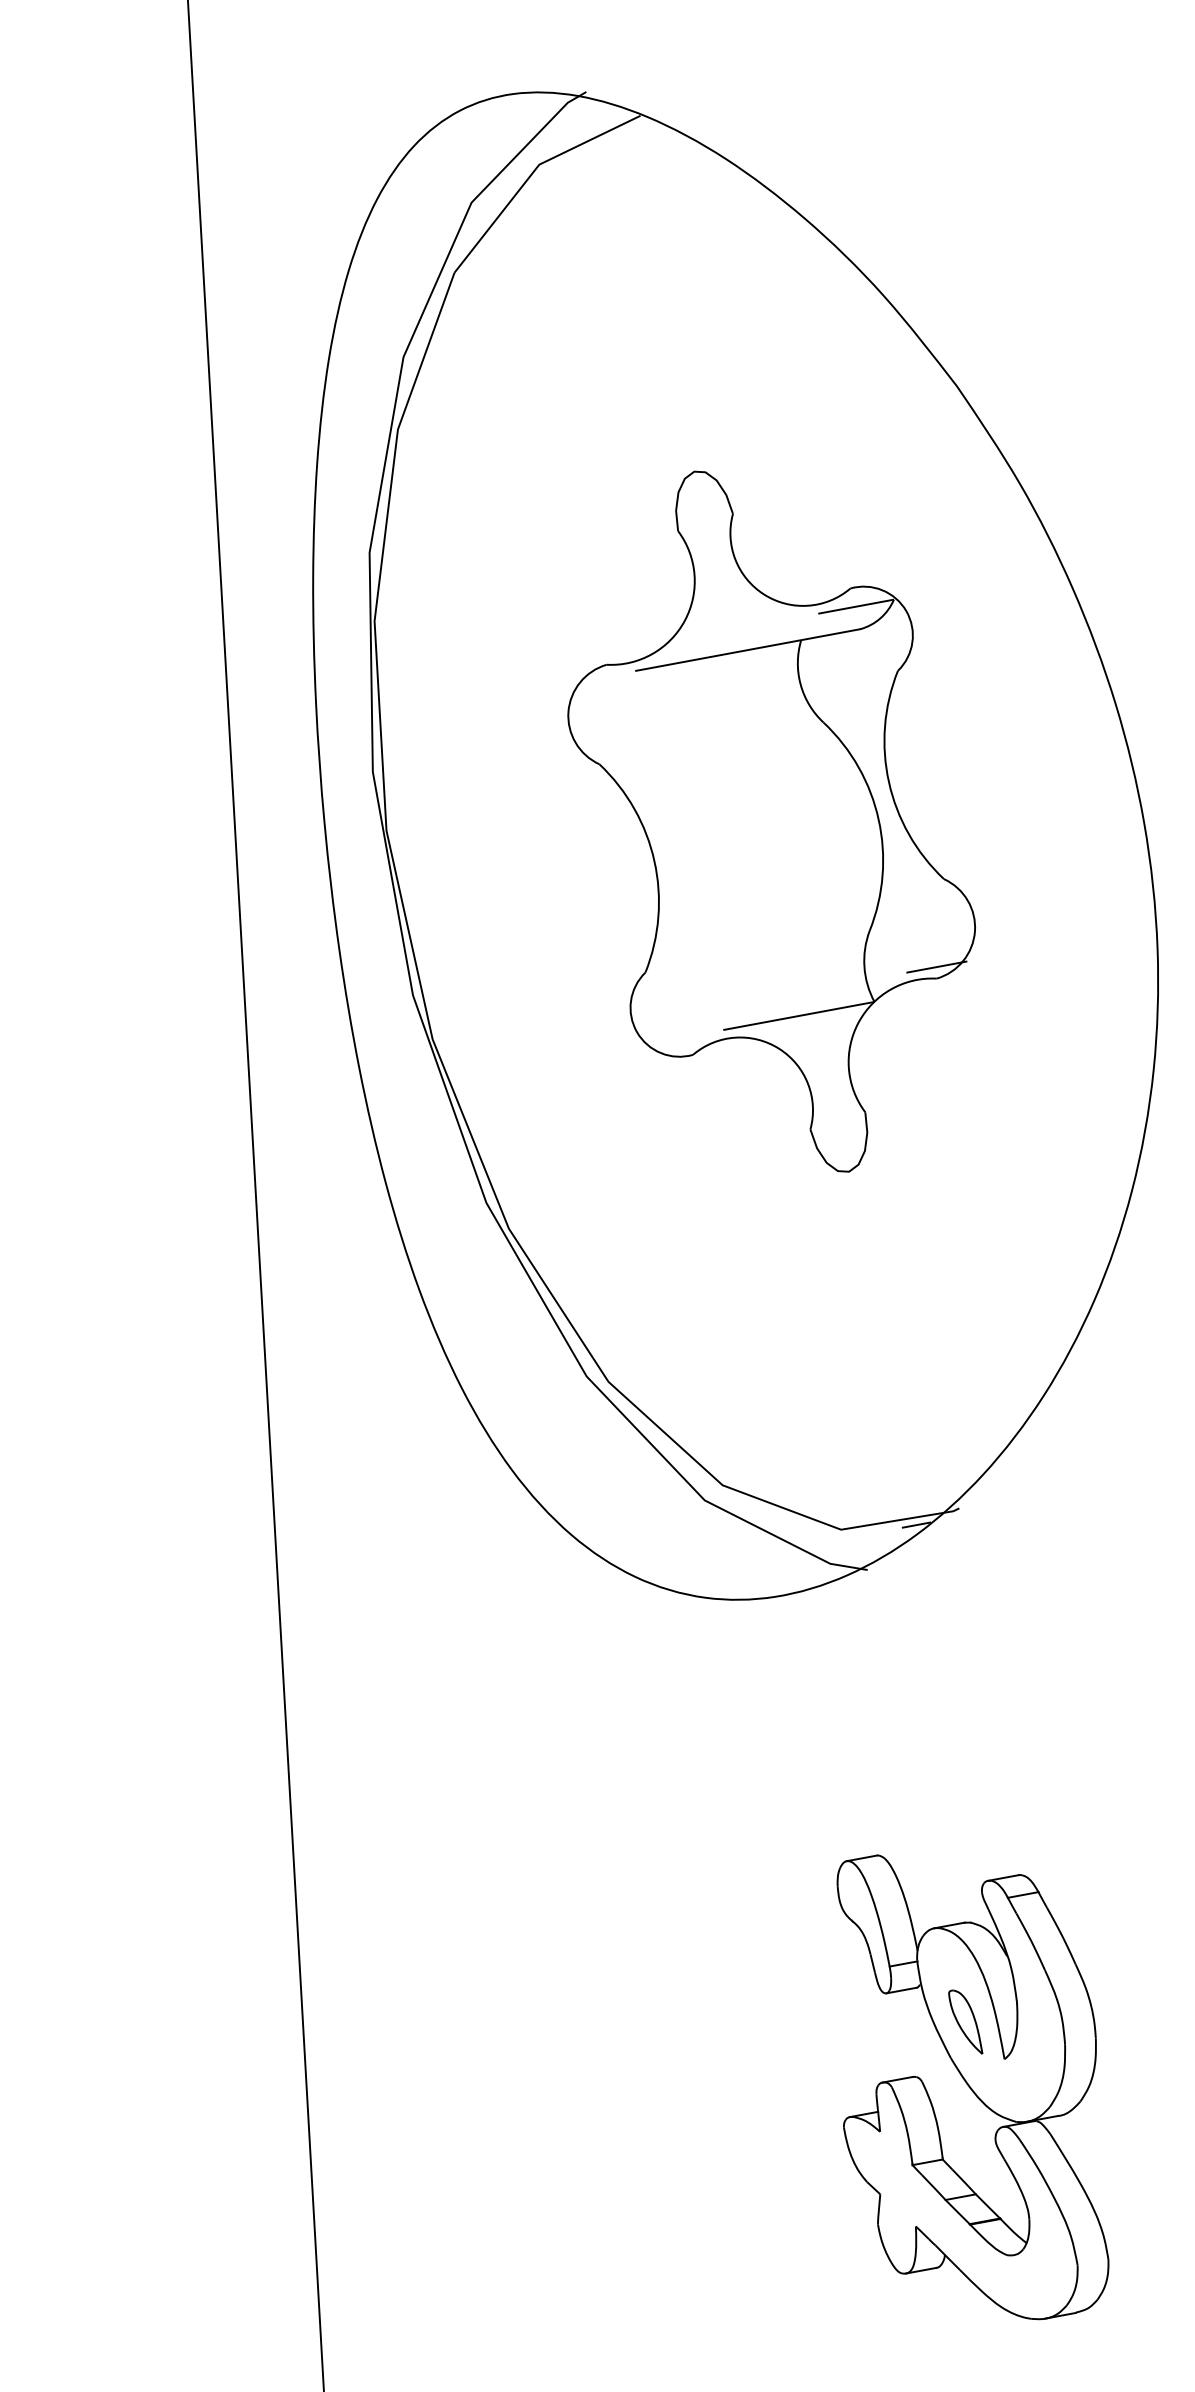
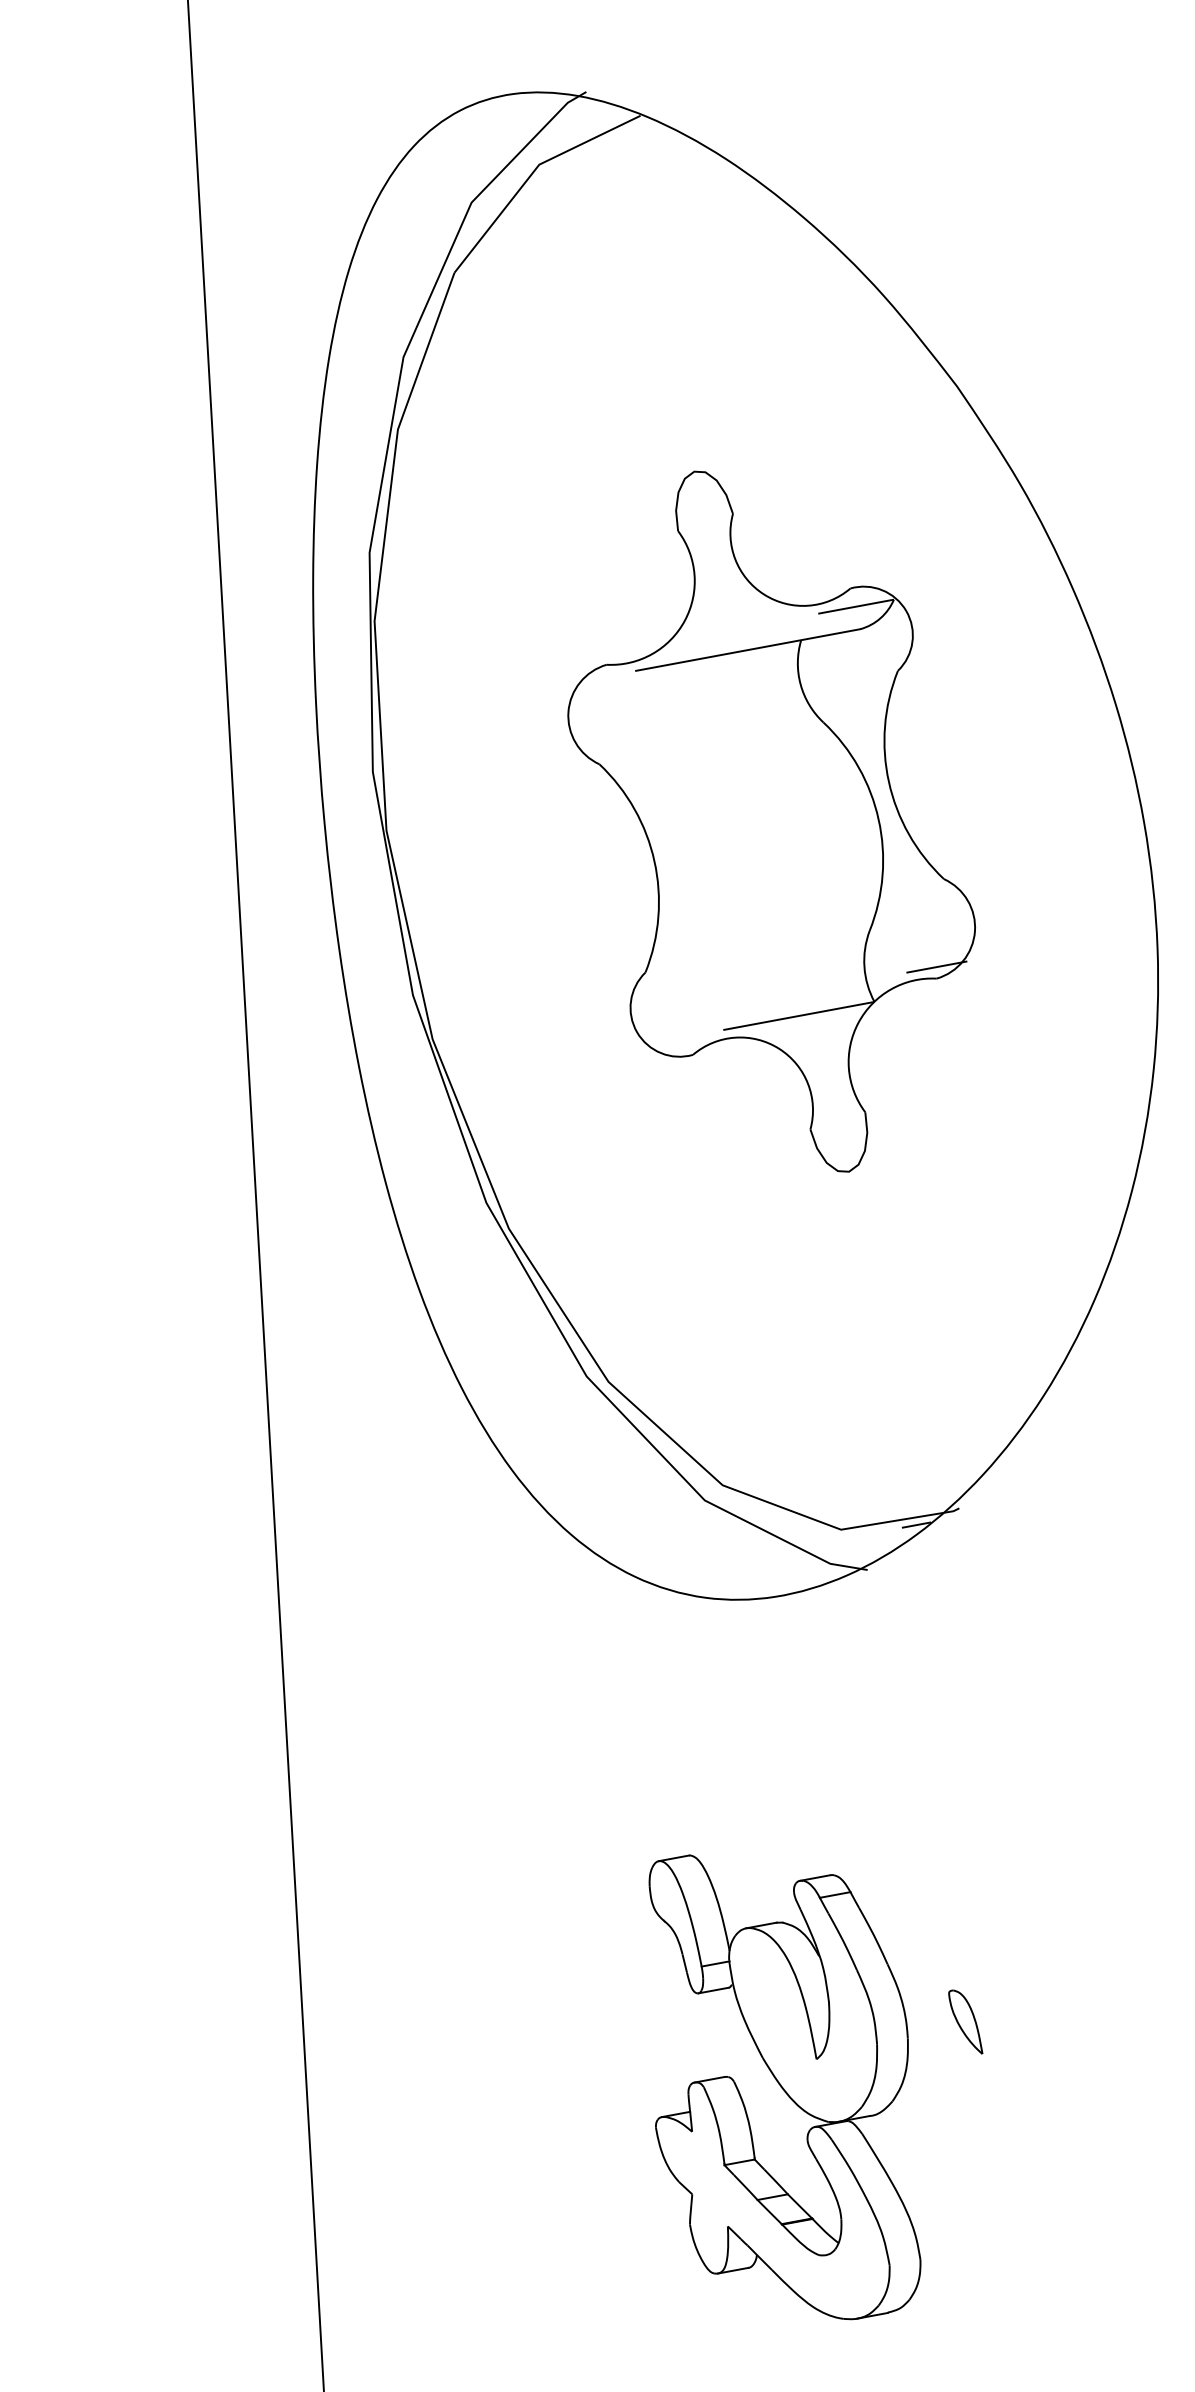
part at (972, 2087) position: (972, 2087) -> (784, 2087)
